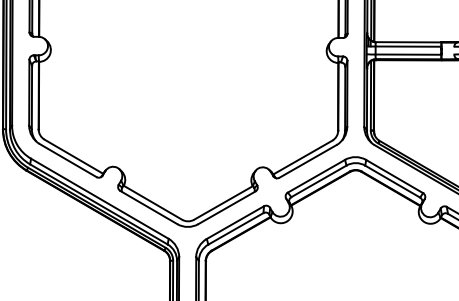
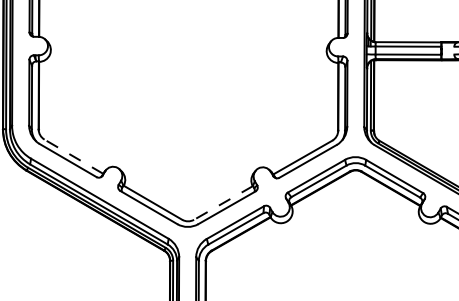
line at (73, 156): solid -> dashed
line at (223, 202): solid -> dashed
